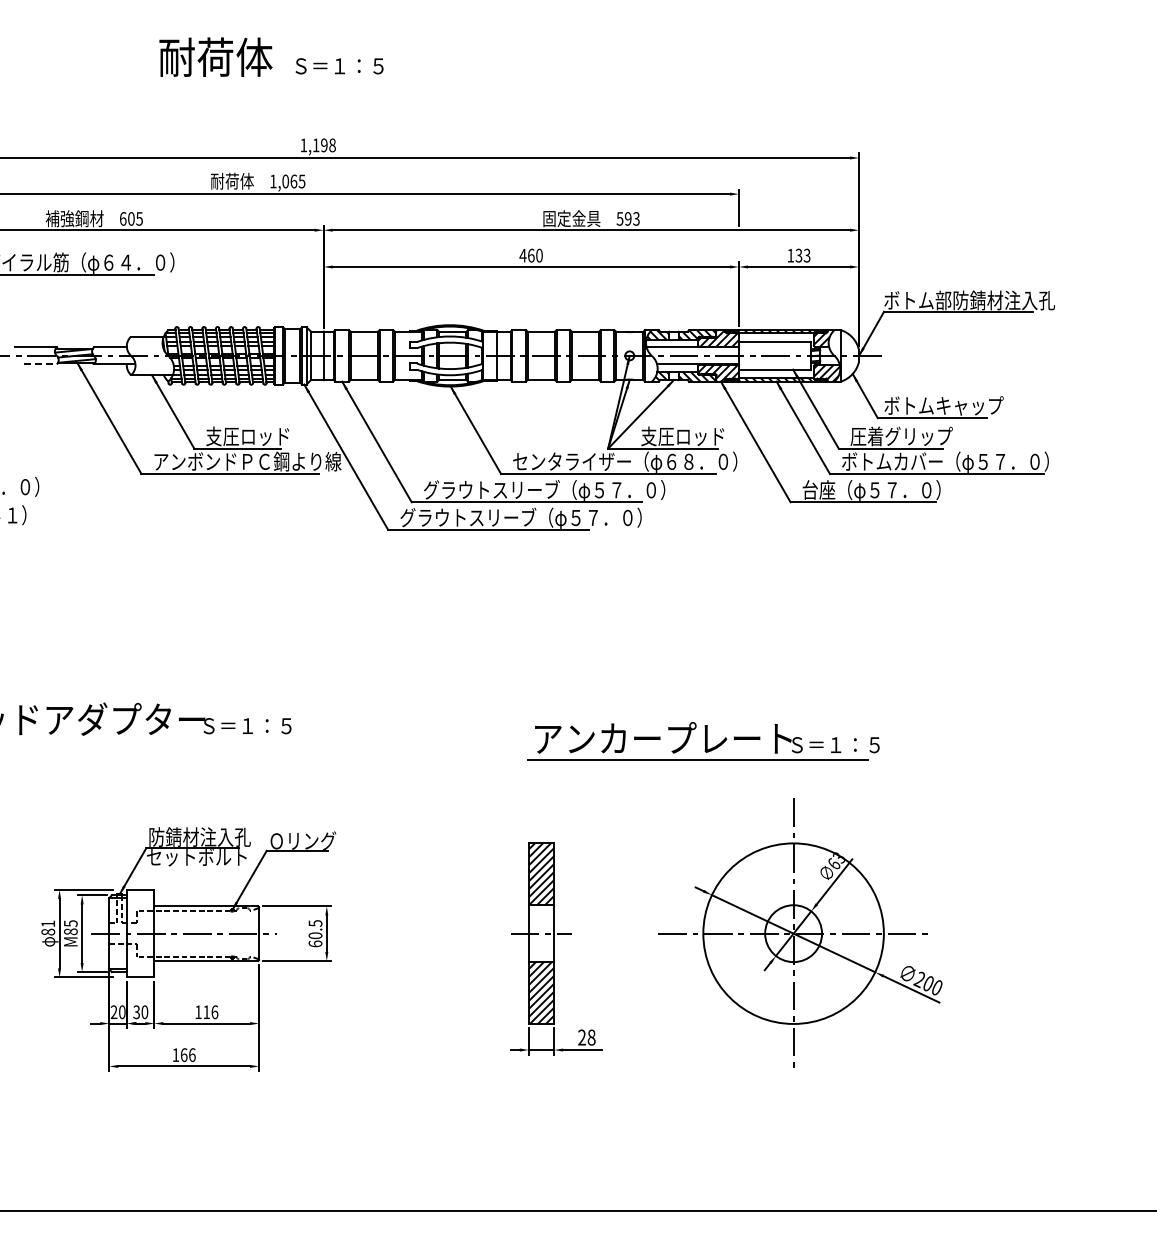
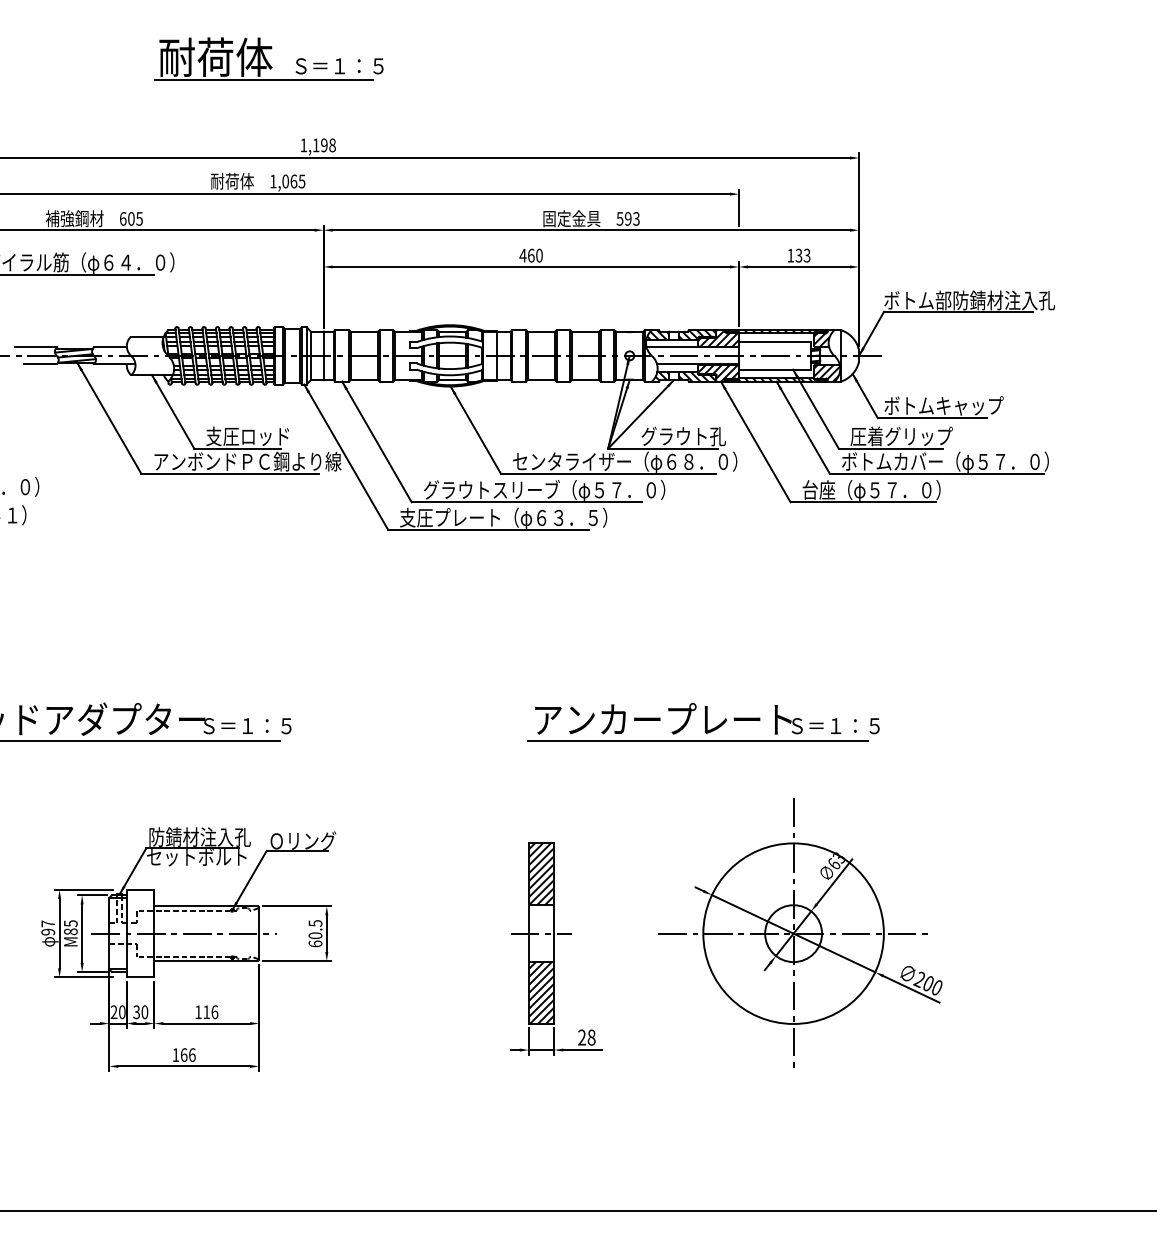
line at (263, 79): none -> present
line at (40, 364): dashed -> solid
text at (683, 436): 支圧ロッド -> グラウト孔
text at (520, 517): グラウトスリーブ（φ５７．０） -> 支圧プレート（φ６３．５）
line at (141, 740): none -> present
part at (703, 741) position: (703, 741) -> (703, 722)
text at (48, 927): 81 -> 97
